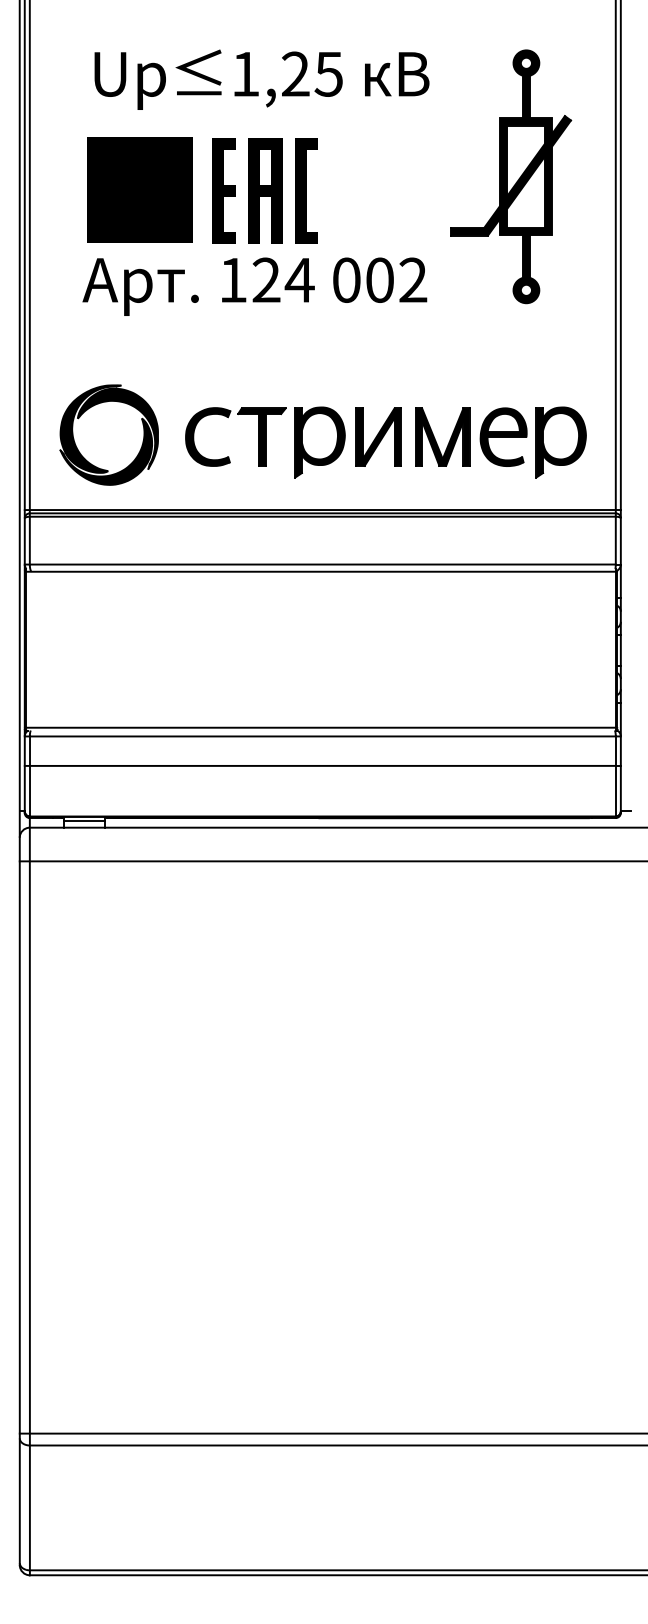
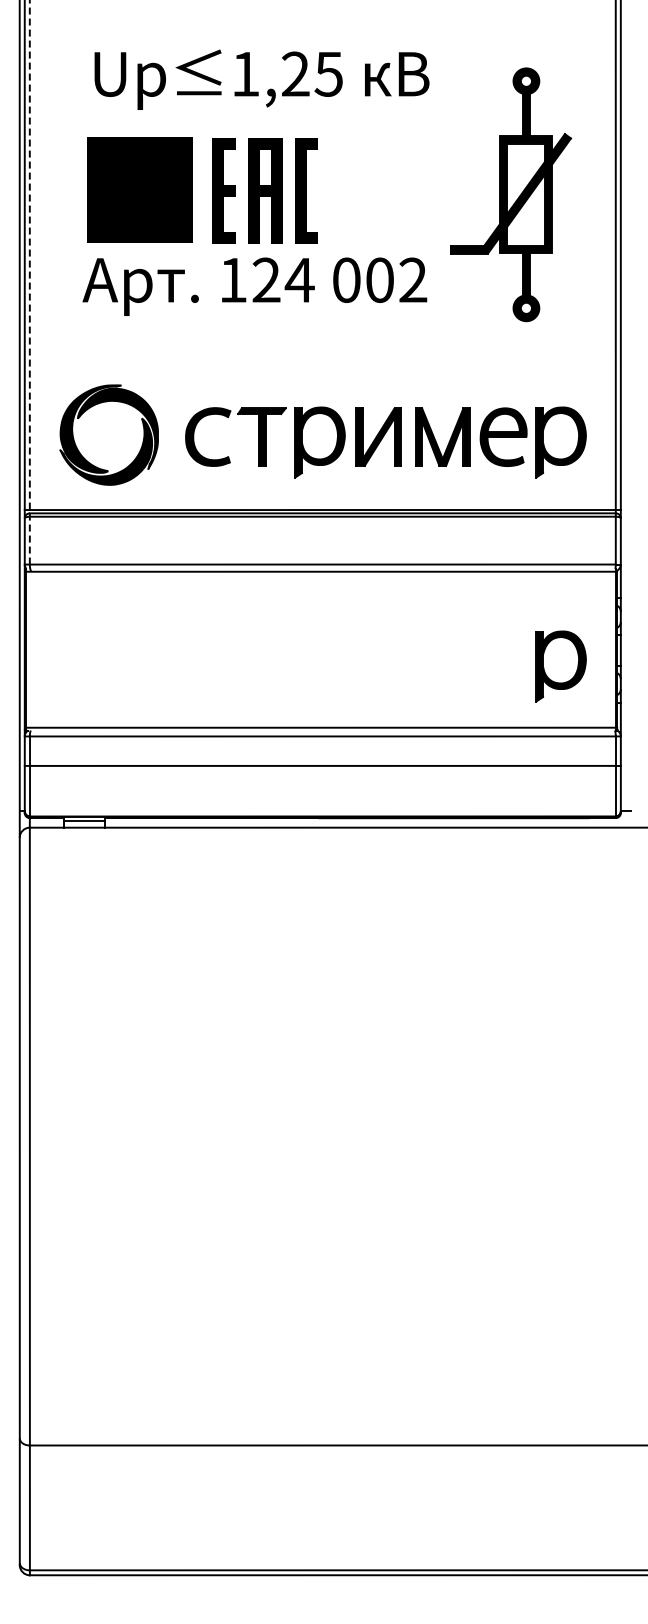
part at (511, 176) position: (511, 176) -> (511, 194)
line at (29, 282): solid -> dashed
part at (560, 666): none -> present
line at (331, 861): present -> none
line at (331, 1433): present -> none
